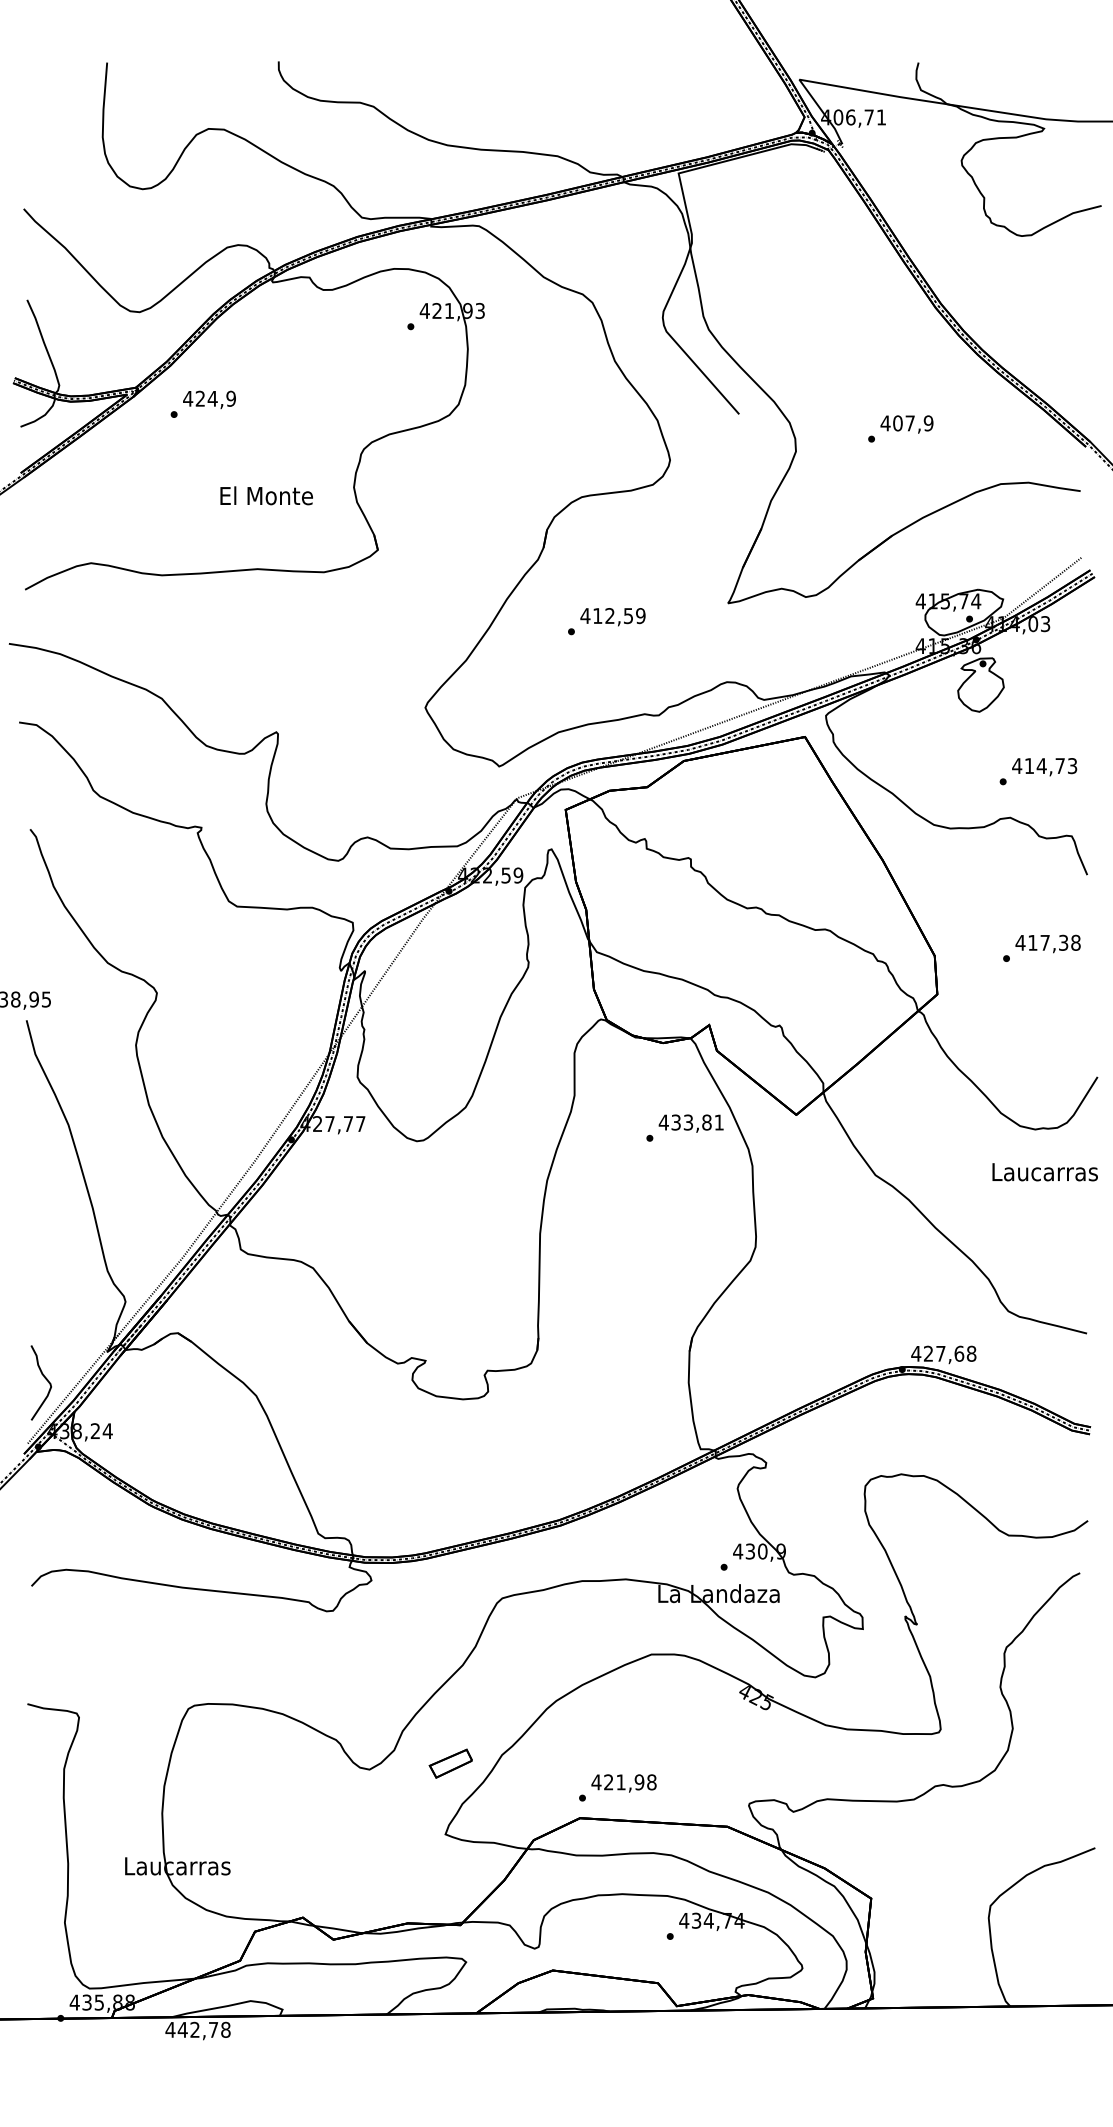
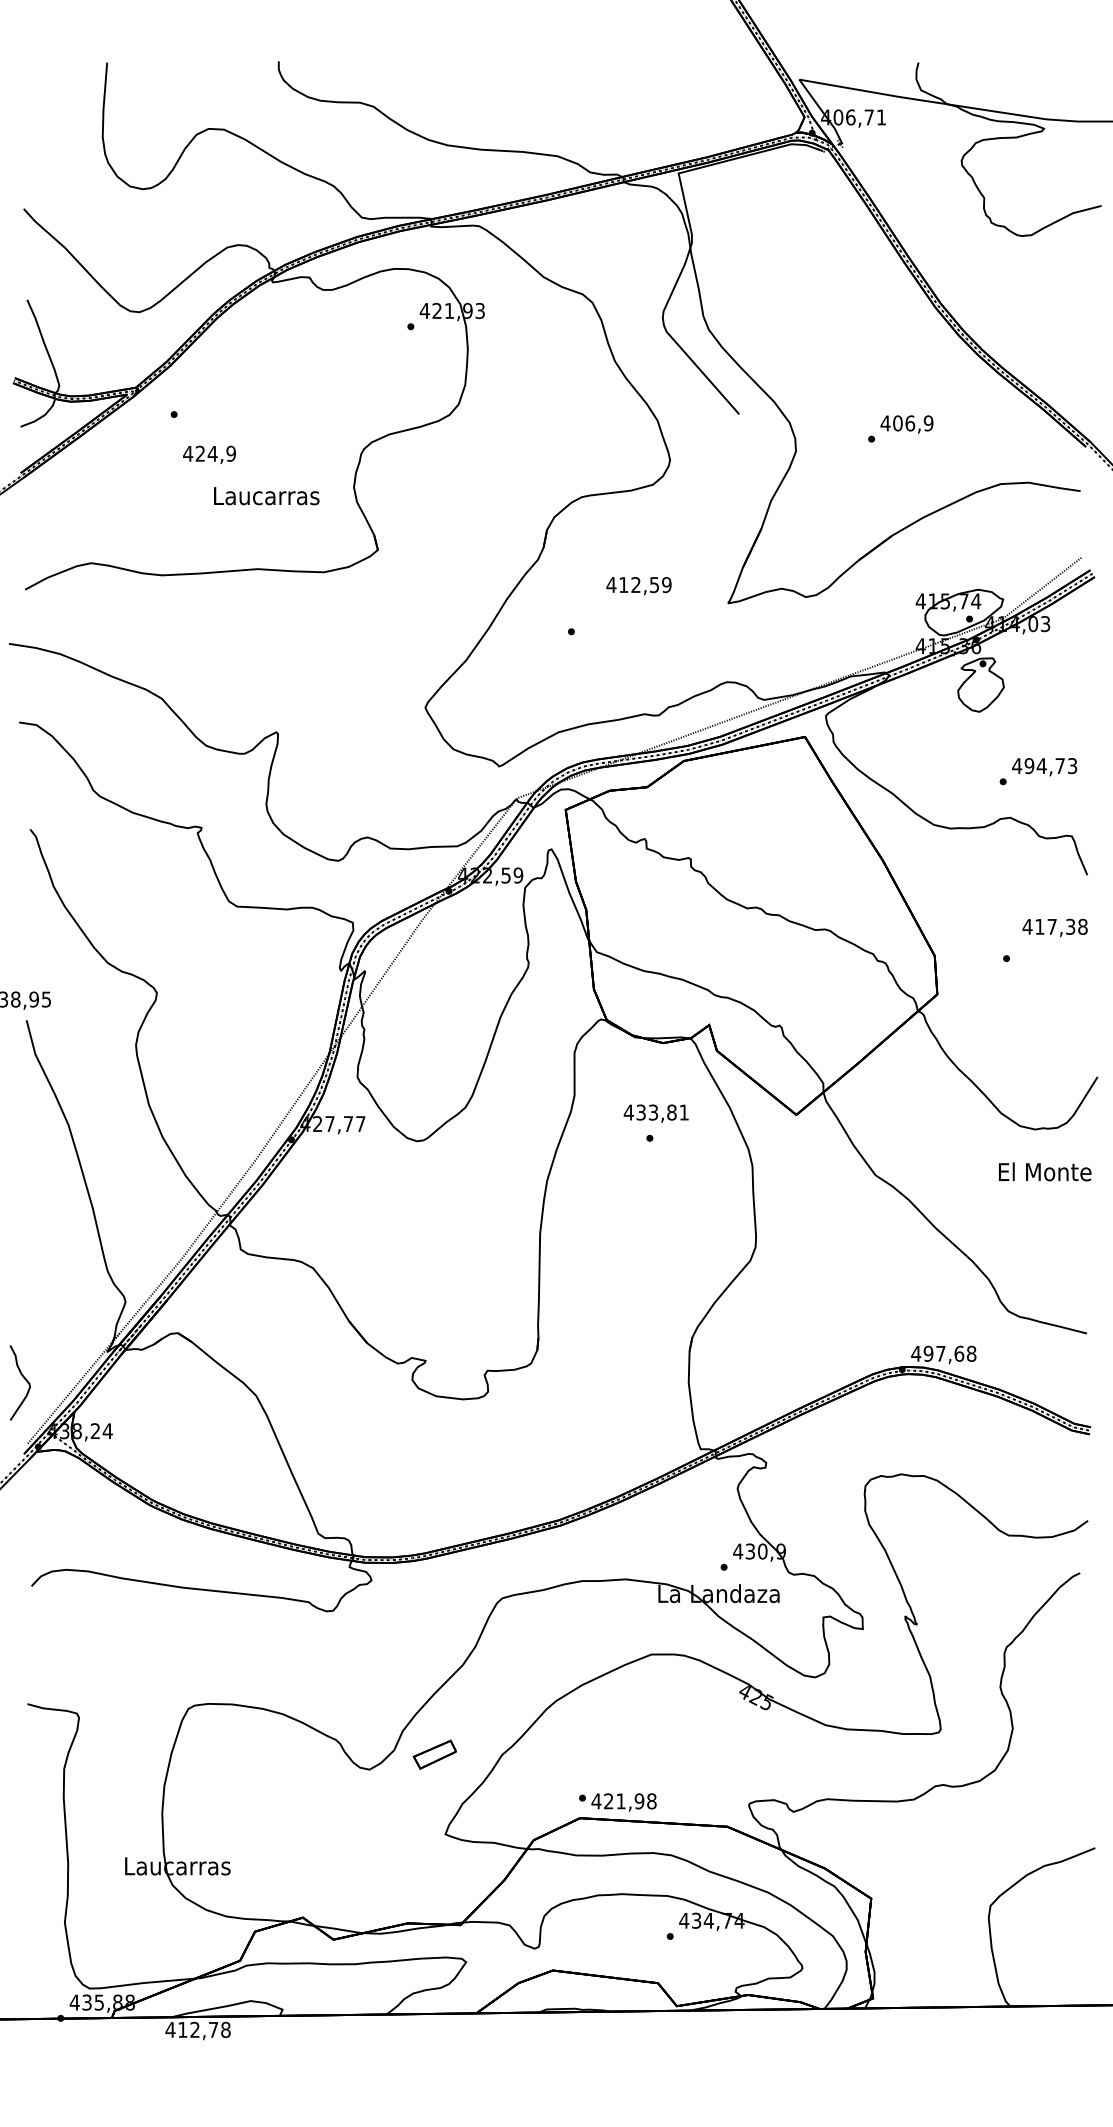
text at (209, 399) position: (209, 399) -> (209, 454)
text at (910, 423): 407,9 -> 406,9
text at (266, 495): El Monte -> Laucarras
text at (612, 617) position: (612, 617) -> (638, 586)
text at (1029, 766): 414,73 -> 494,73
text at (1047, 943) position: (1047, 943) -> (1054, 927)
text at (690, 1123) position: (690, 1123) -> (655, 1113)
text at (1044, 1171): Laucarras -> El Monte
text at (928, 1353): 427,68 -> 497,68
curve at (44, 1378) position: (44, 1378) -> (23, 1378)
part at (450, 1763) position: (450, 1763) -> (434, 1754)
text at (623, 1783) position: (623, 1783) -> (623, 1802)
text at (182, 2029): 442,78 -> 412,78
